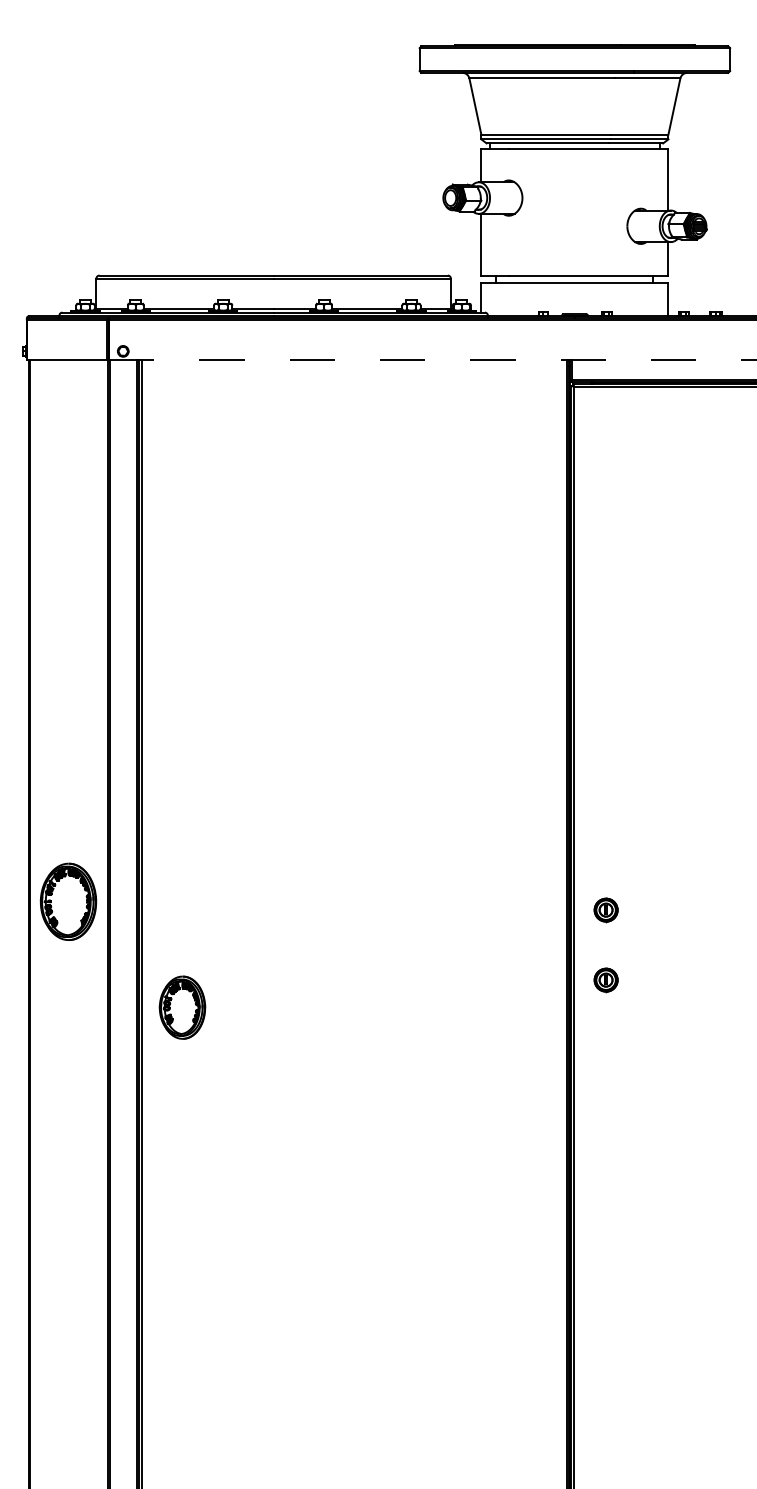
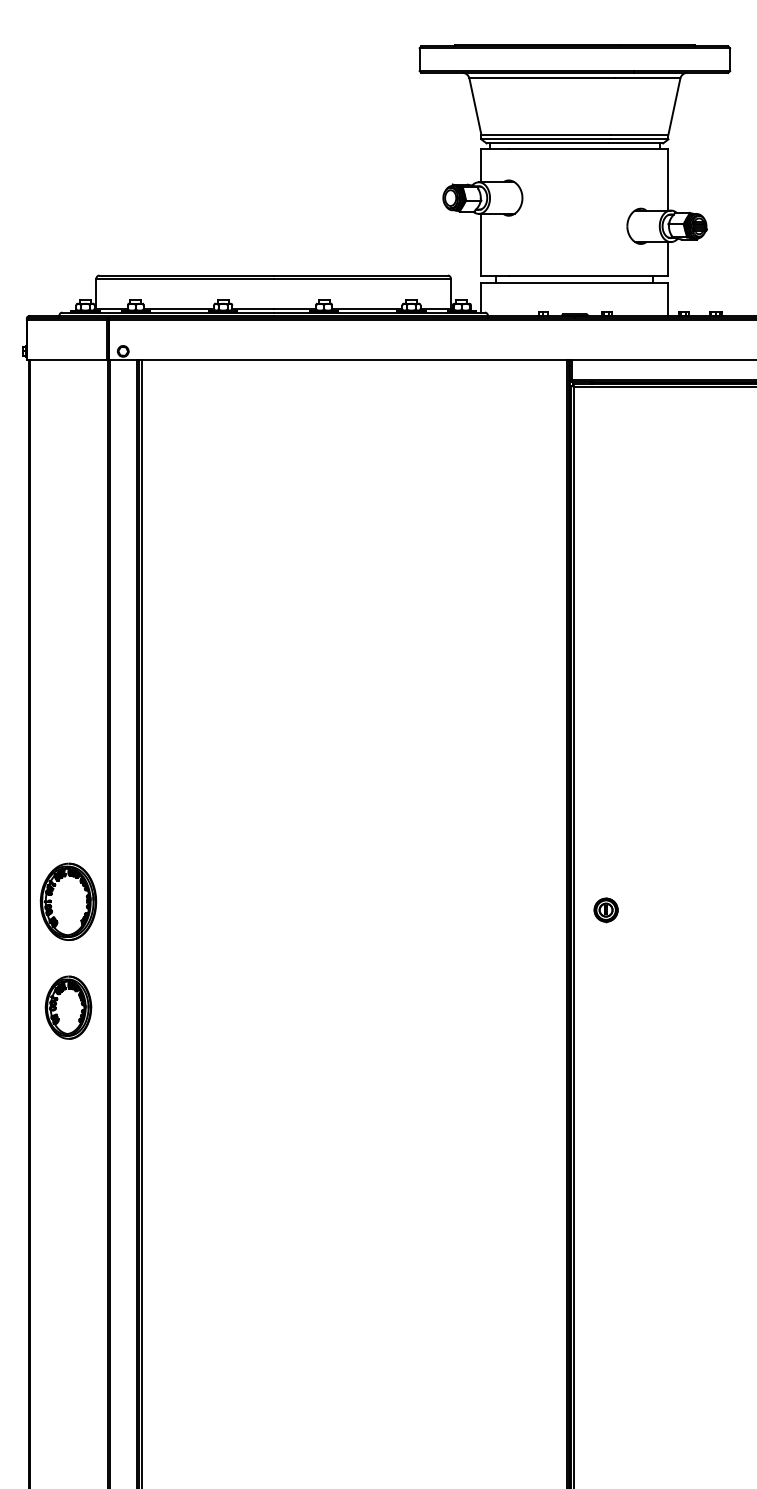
line at (432, 360): dashed -> solid
part at (605, 980): present -> none
part at (182, 1007) position: (182, 1007) -> (68, 1007)
